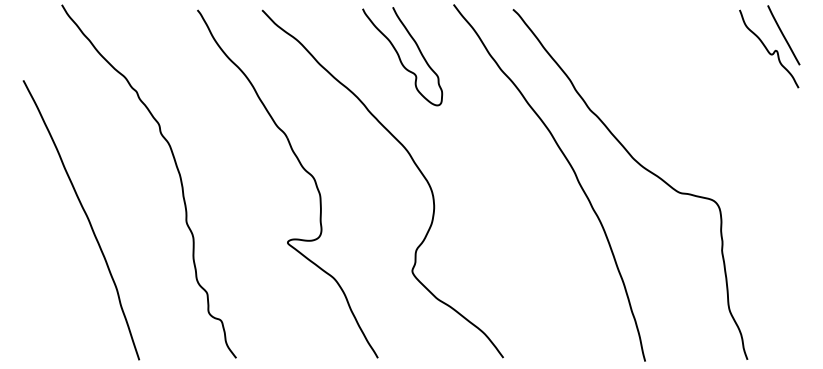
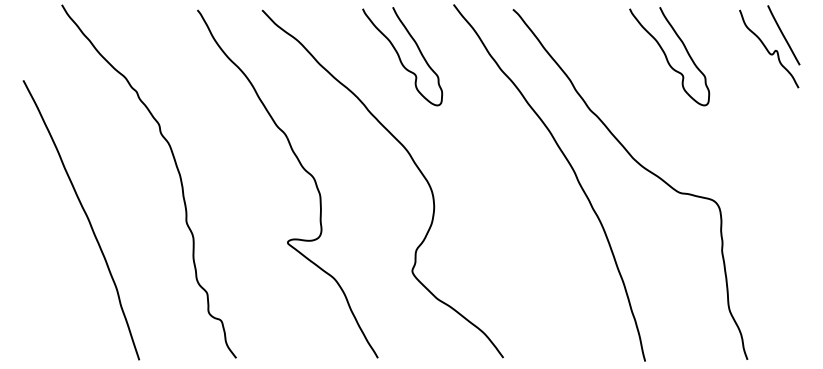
curve at (667, 57): none -> present
